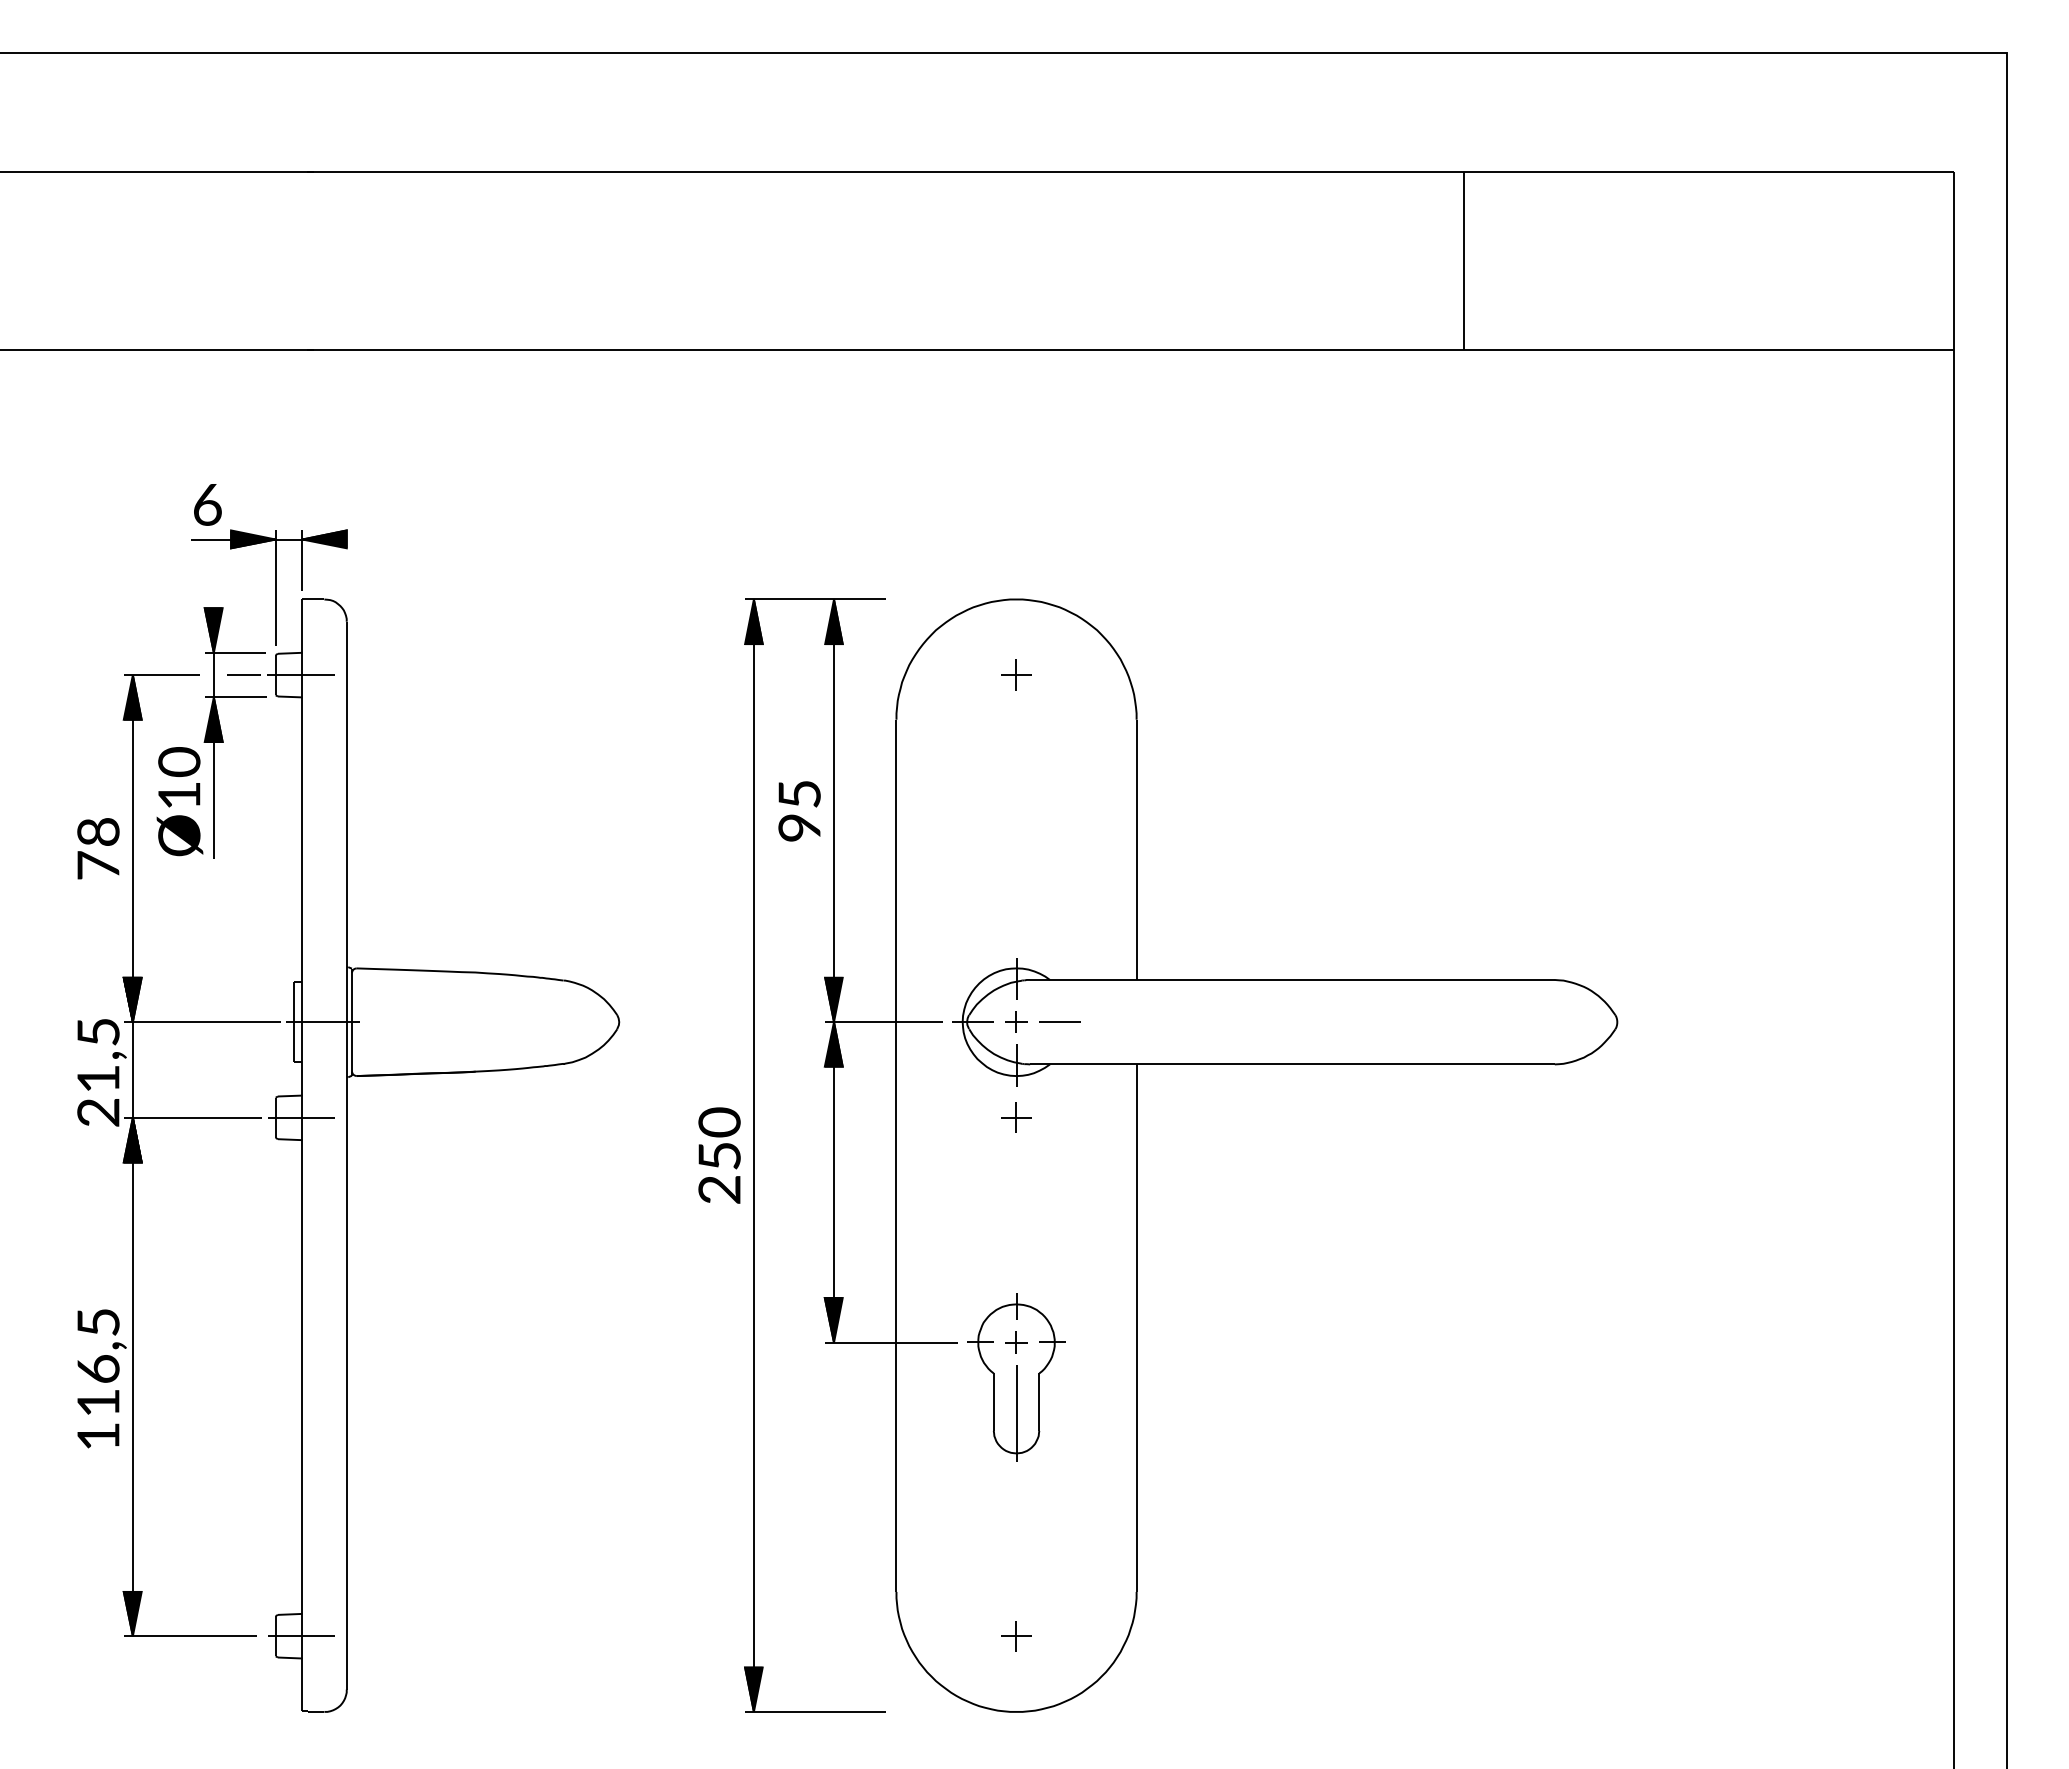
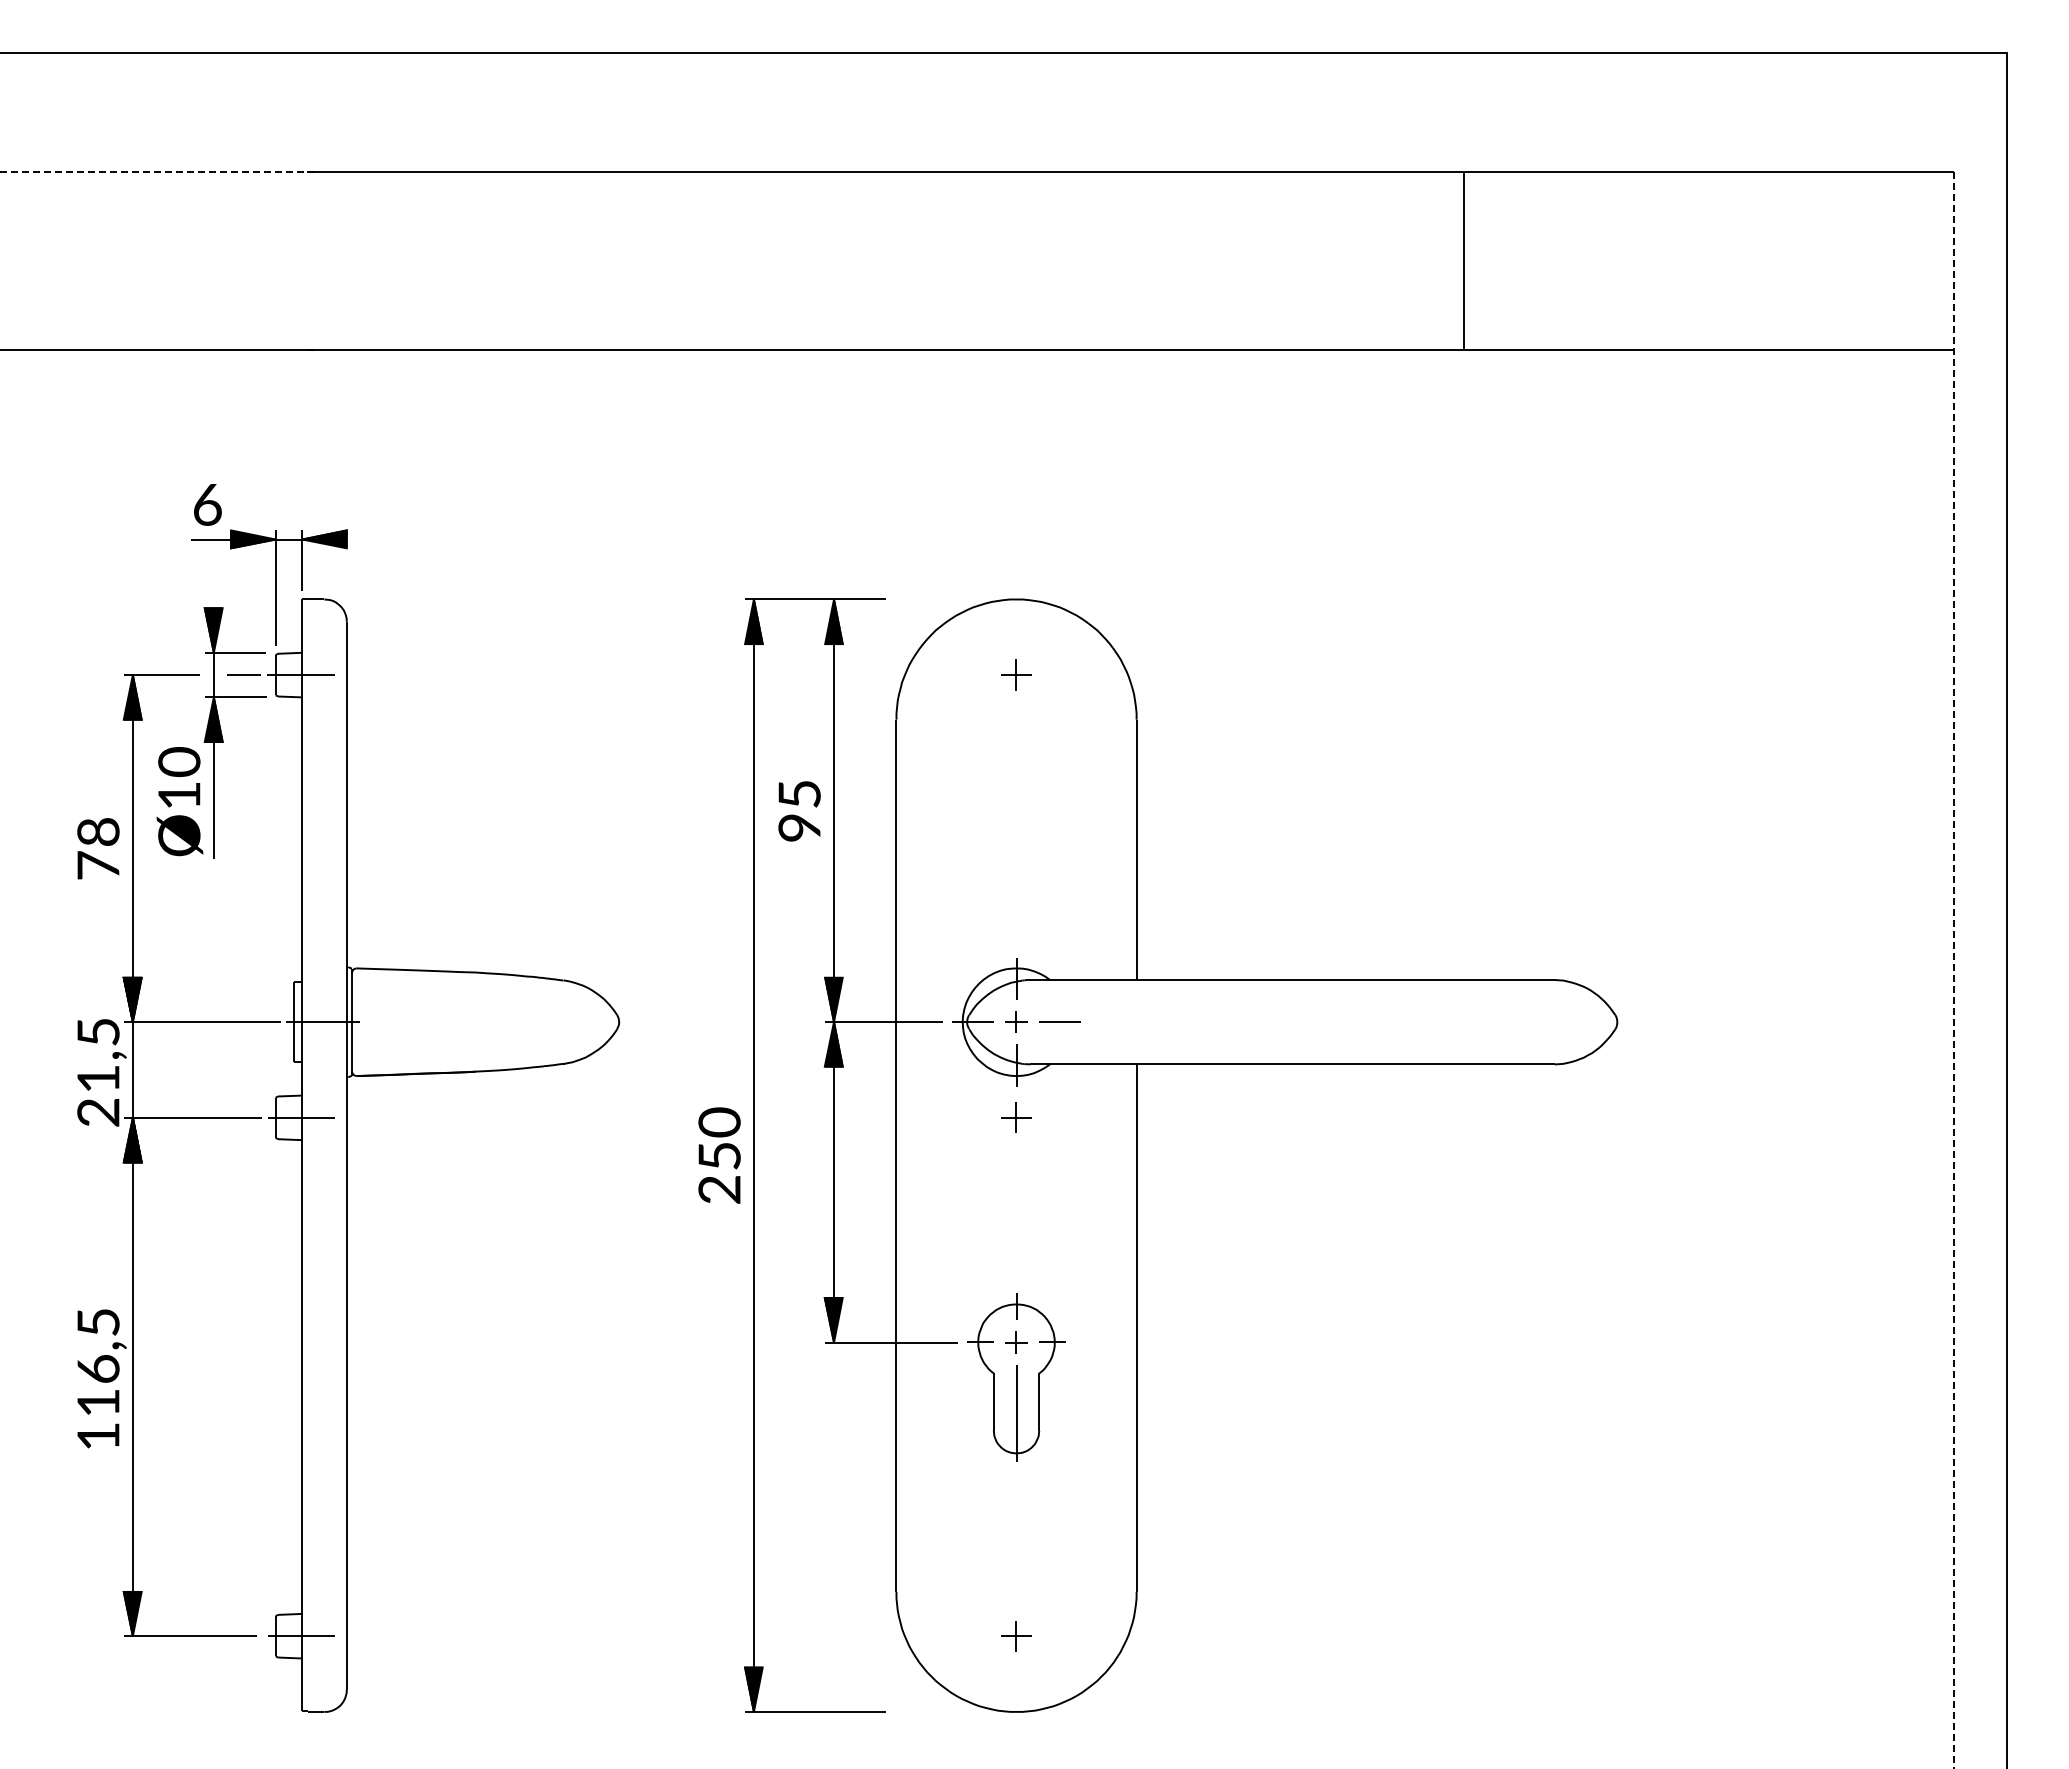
line at (157, 172): solid -> dashed
line at (1953, 970): solid -> dashed
